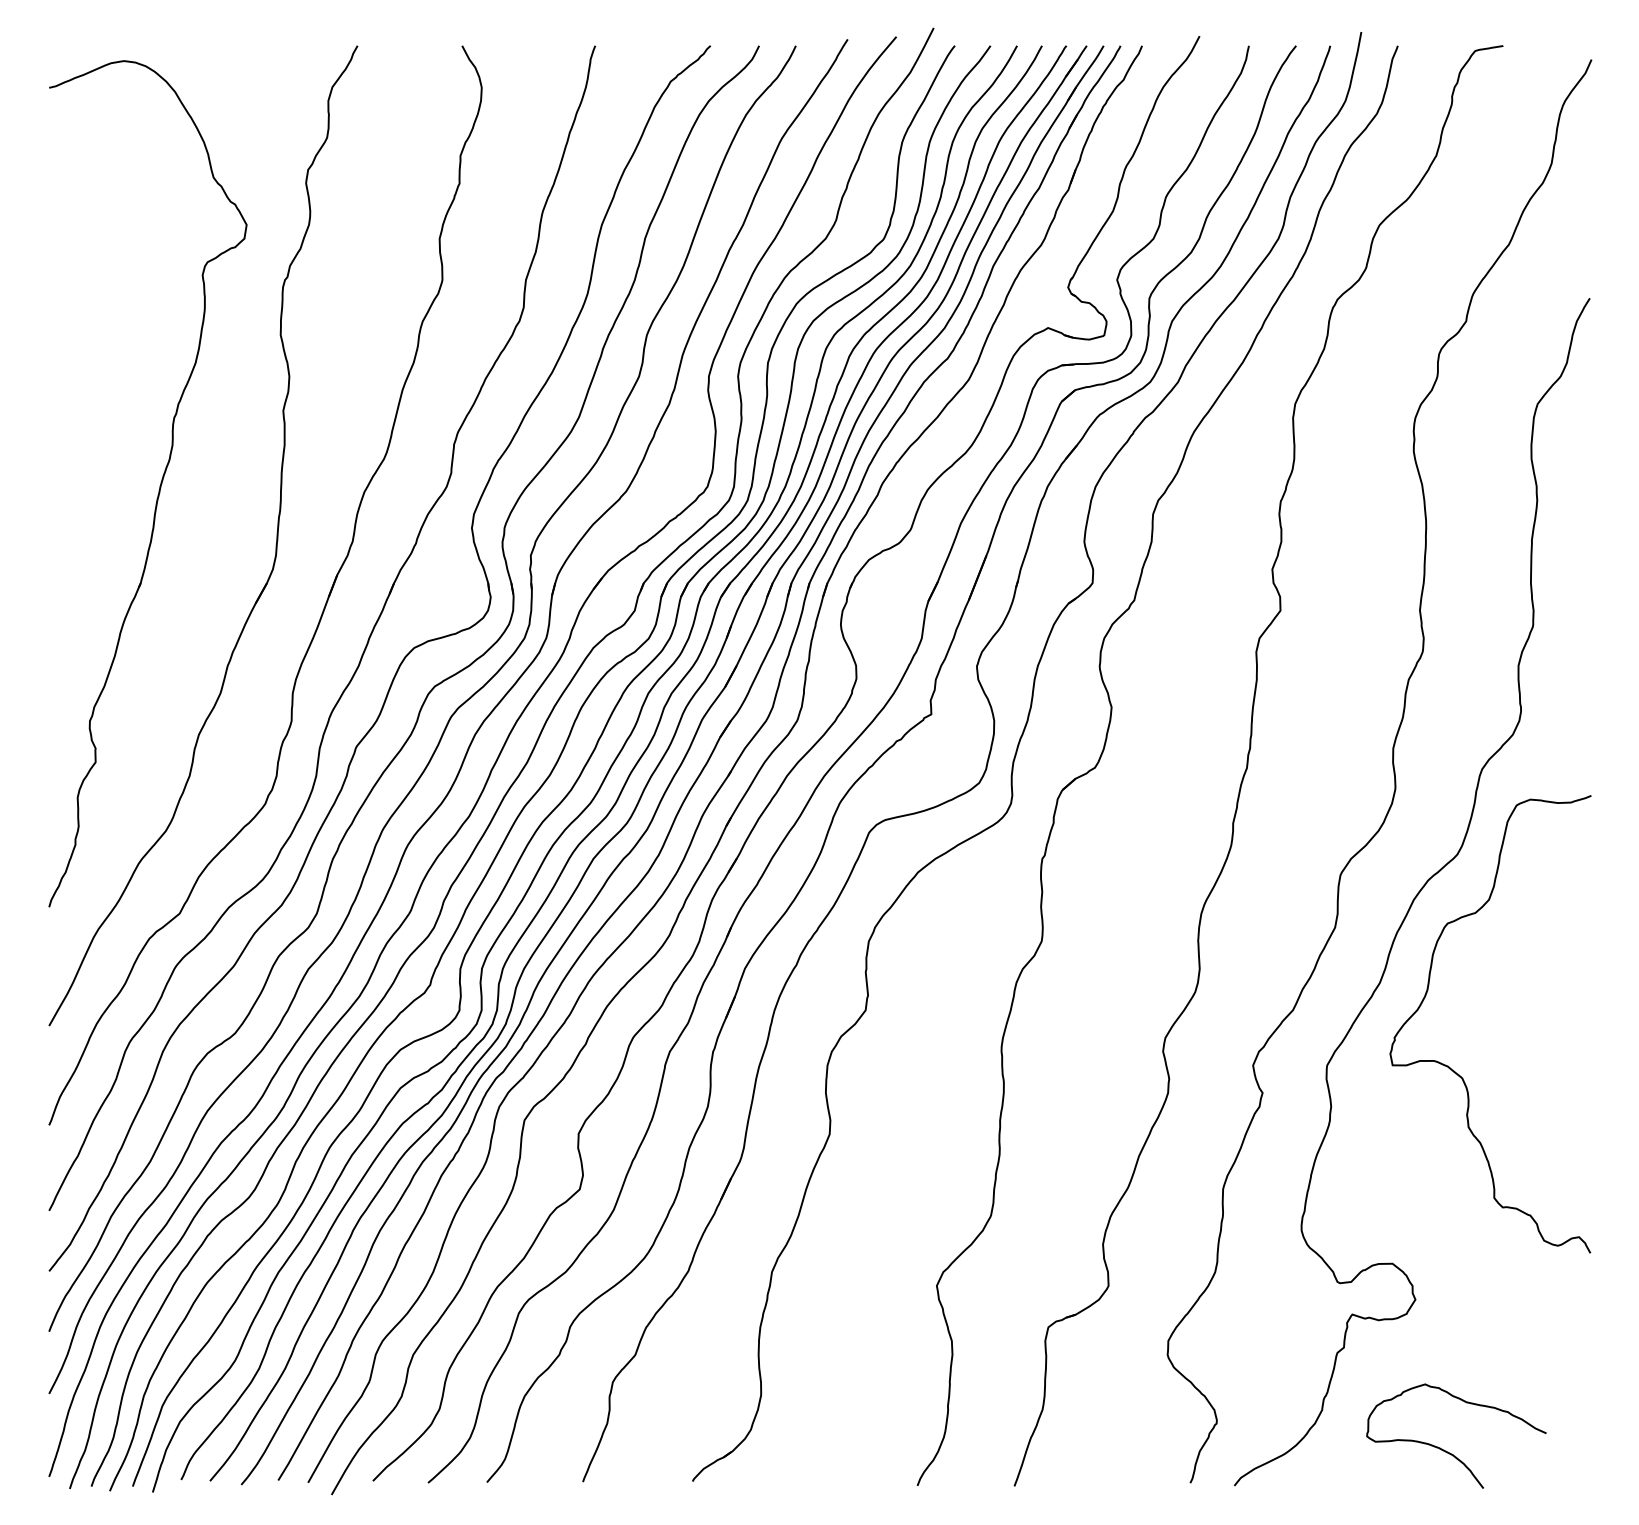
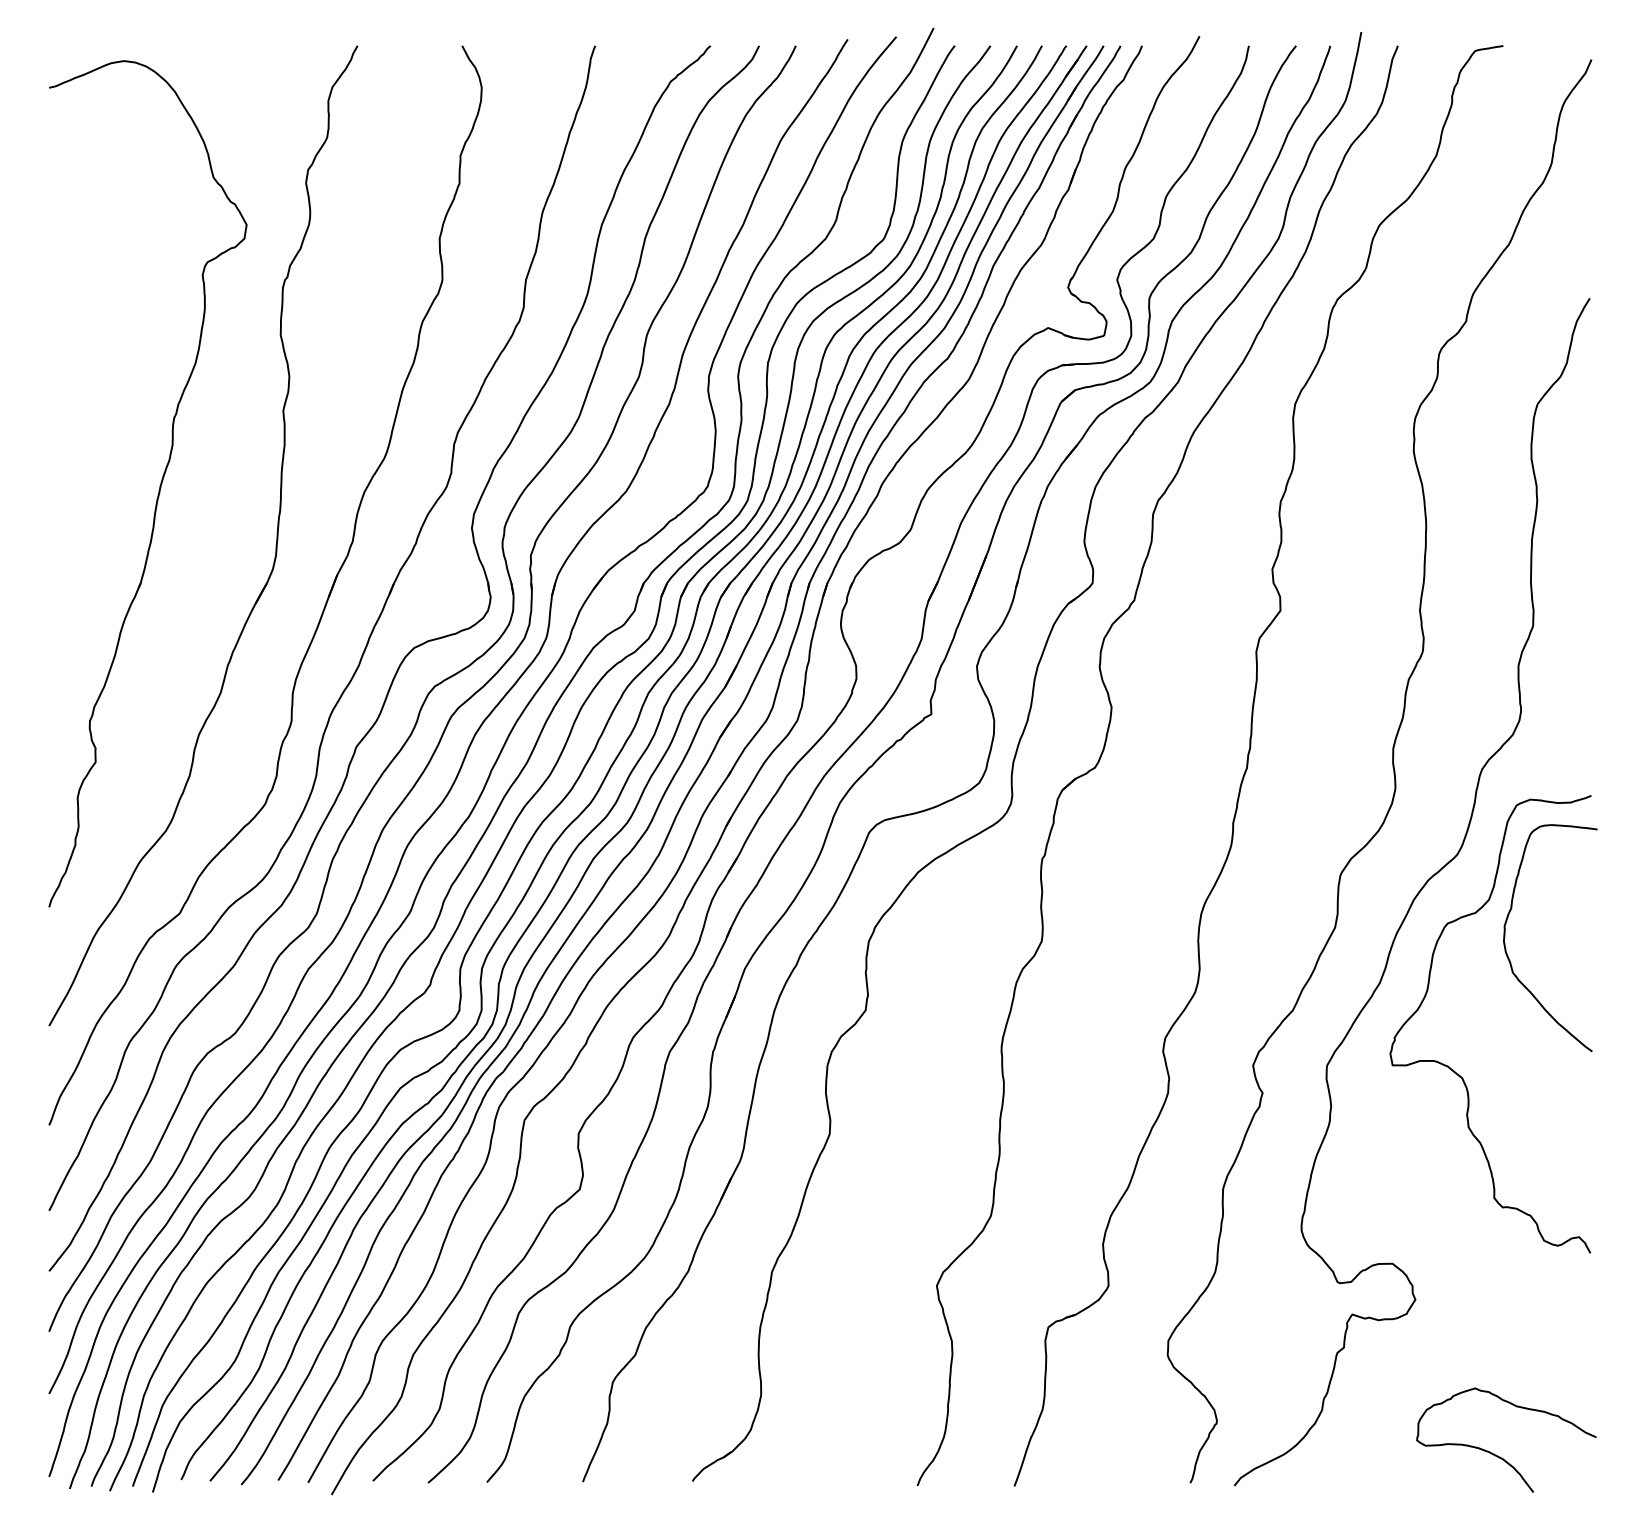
curve at (1505, 937): none -> present
curve at (1448, 1451) position: (1448, 1451) -> (1498, 1455)
